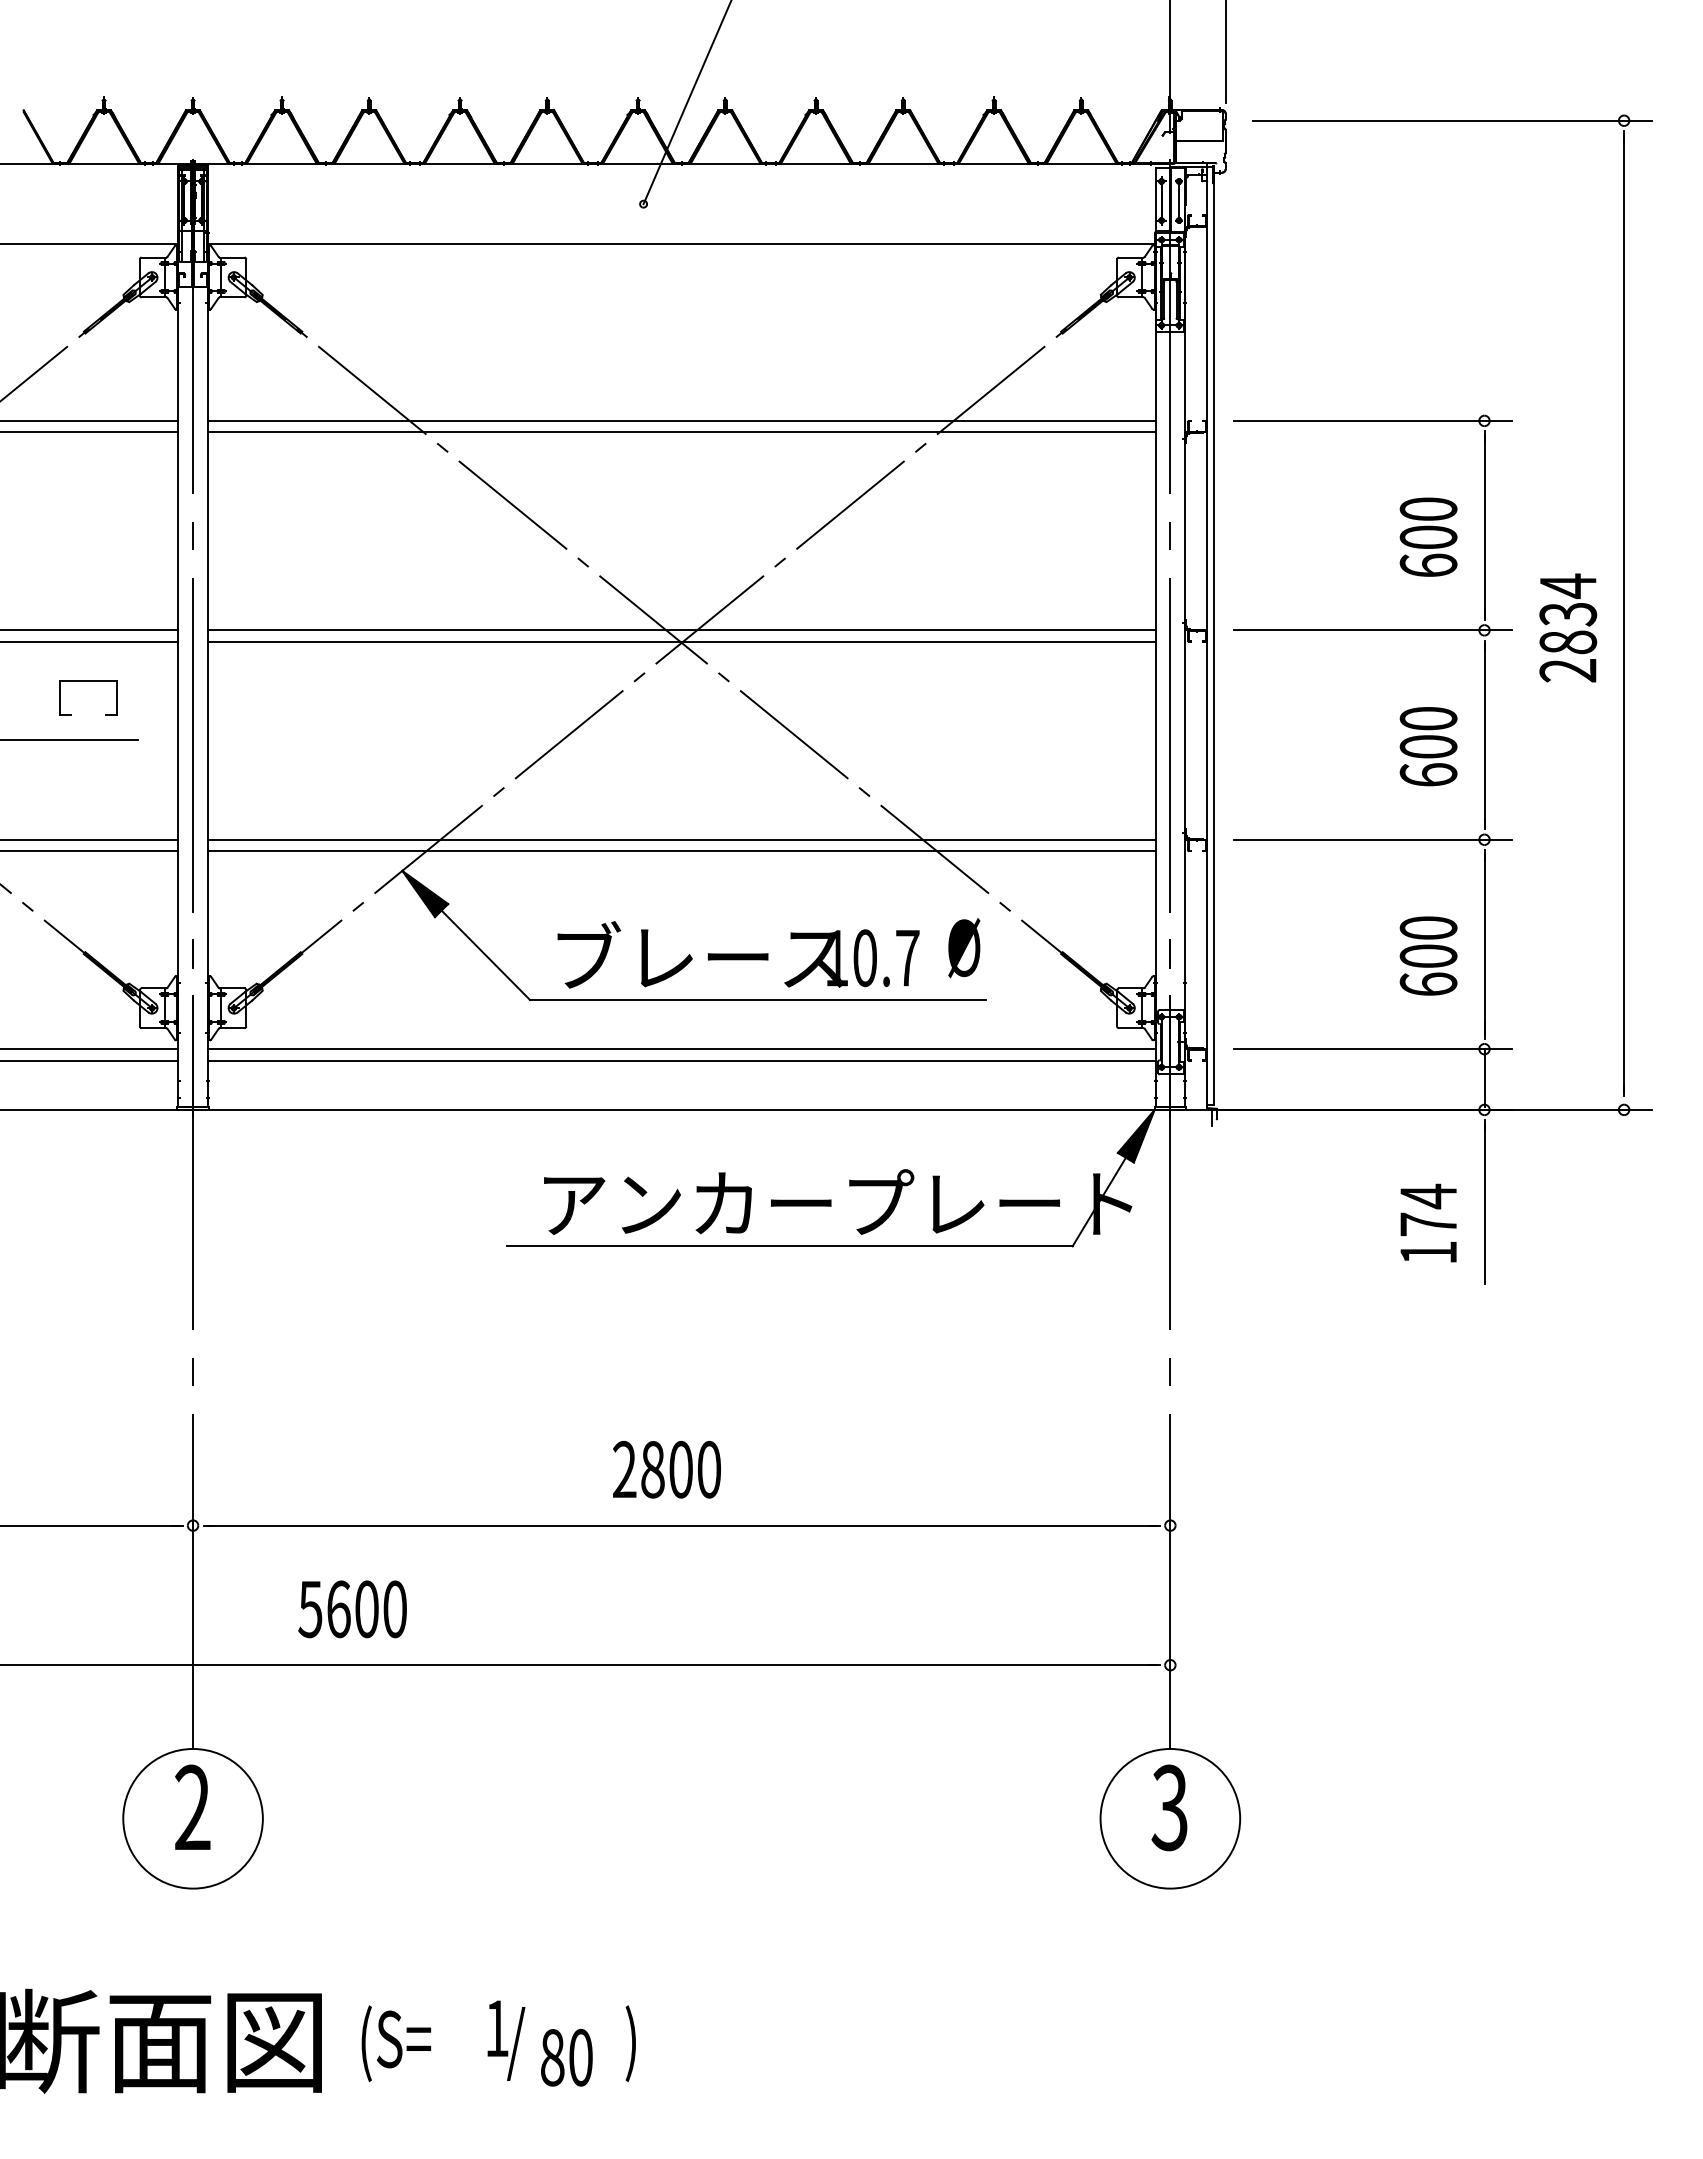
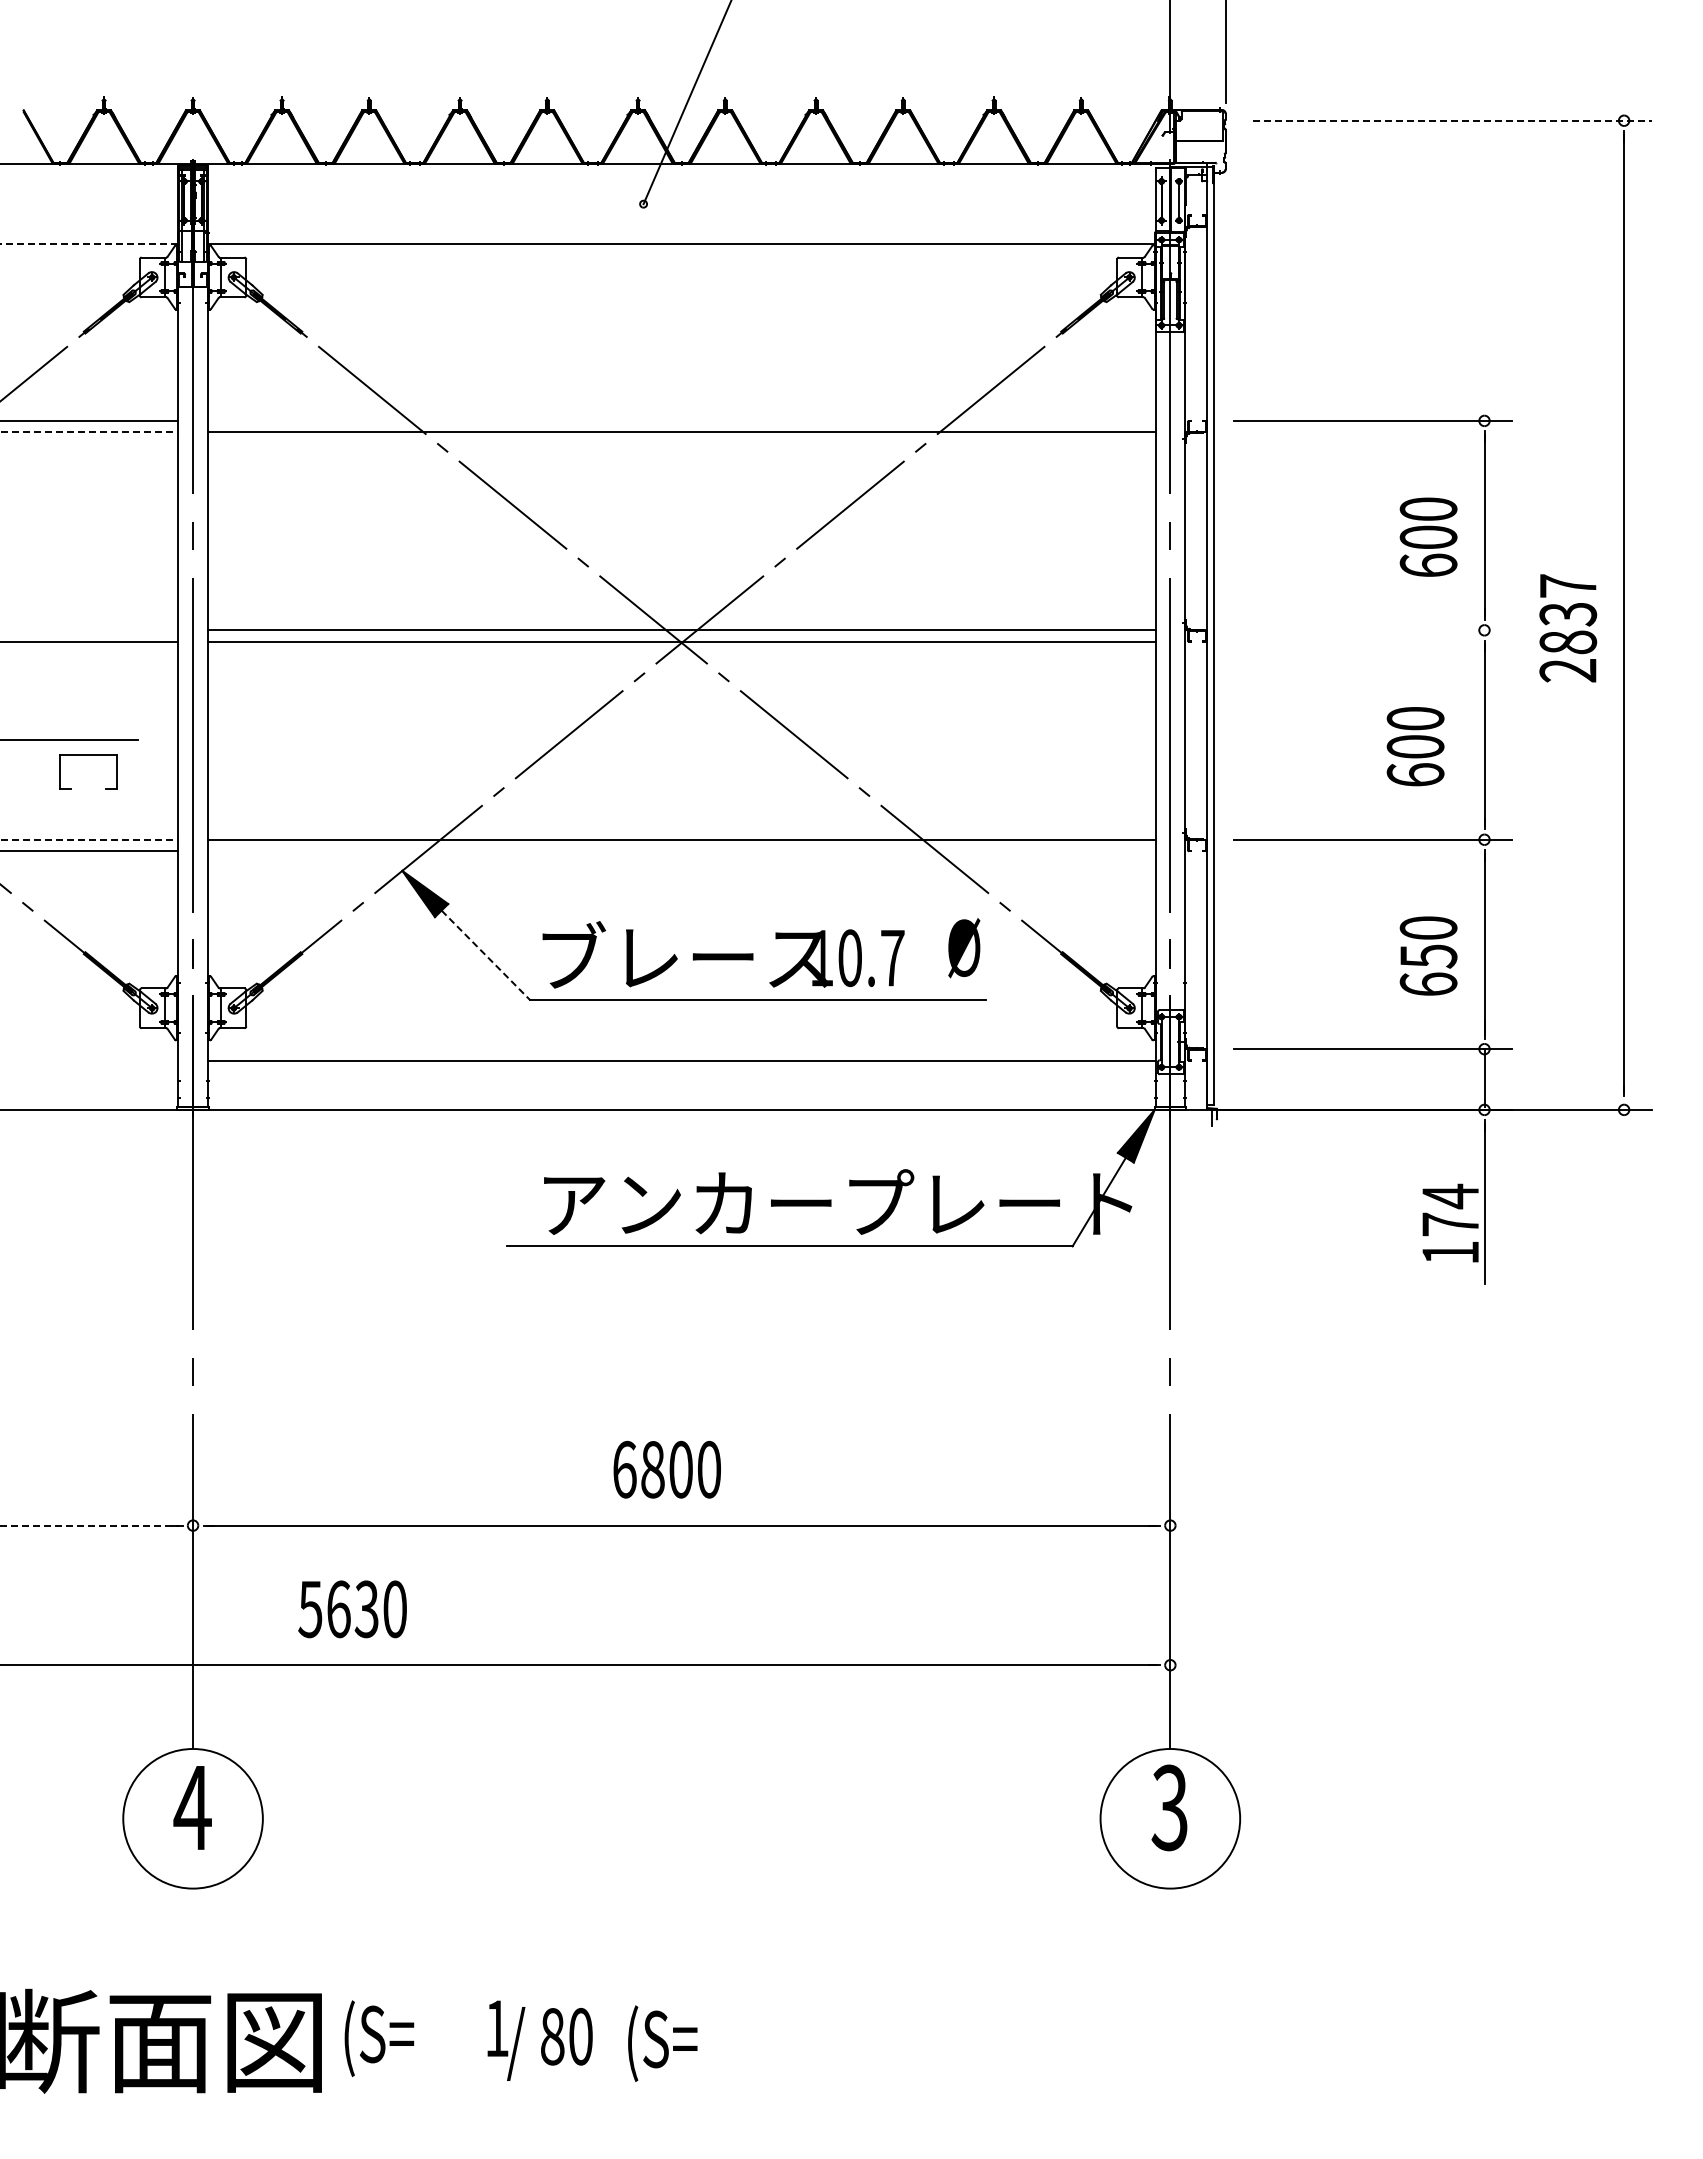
line at (1453, 120): solid -> dashed
line at (89, 244): solid -> dashed
line at (681, 420): present -> none
line at (89, 432): solid -> dashed
text at (1568, 586): 2834 -> 2837
line at (90, 630): present -> none
line at (1372, 630): present -> none
part at (88, 681) position: (88, 681) -> (88, 755)
text at (1428, 746) position: (1428, 746) -> (1415, 746)
line at (89, 839): solid -> dashed
line at (681, 851): present -> none
text at (738, 954) position: (738, 954) -> (723, 954)
line at (485, 955): solid -> dashed
text at (1428, 956): 600 -> 650
line at (90, 1049): present -> none
line at (681, 1049): present -> none
line at (90, 1060): present -> none
text at (1428, 1222) position: (1428, 1222) -> (1450, 1222)
text at (624, 1469): 2800 -> 6800
line at (90, 1525): solid -> dashed
text at (366, 1609): 5600 -> 5630
text at (192, 1806): 2 -> 4
text at (396, 2043) position: (396, 2043) -> (379, 2038)
text at (661, 2043): ) -> (S=
text at (566, 2057) position: (566, 2057) -> (566, 2036)
